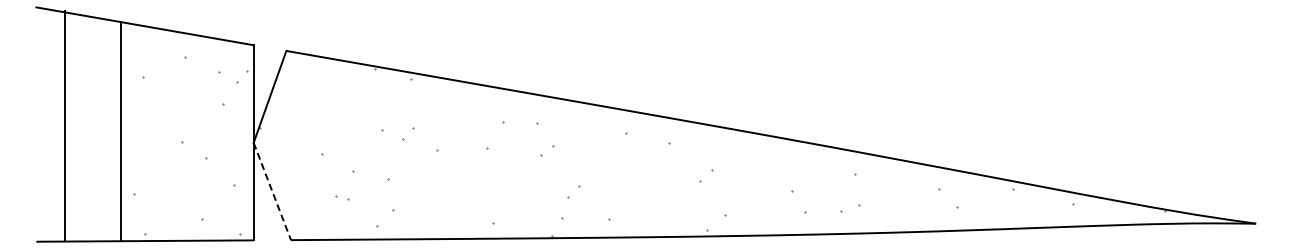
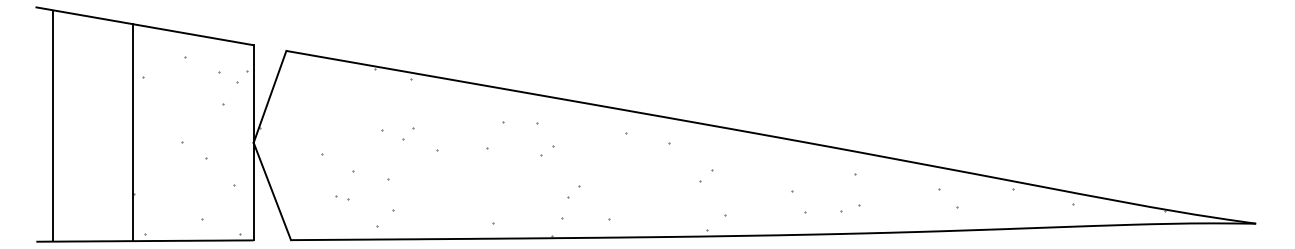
line at (65, 125) position: (65, 125) -> (53, 125)
line at (121, 132) position: (121, 132) -> (133, 132)
line at (272, 191): dashed -> solid
